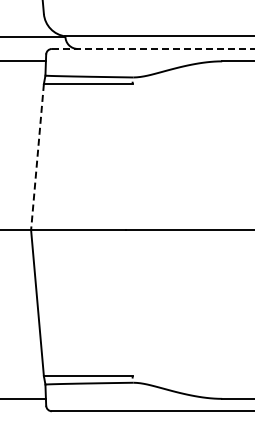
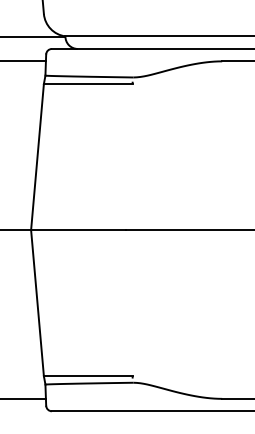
line at (152, 48): dashed -> solid
line at (37, 157): dashed -> solid
